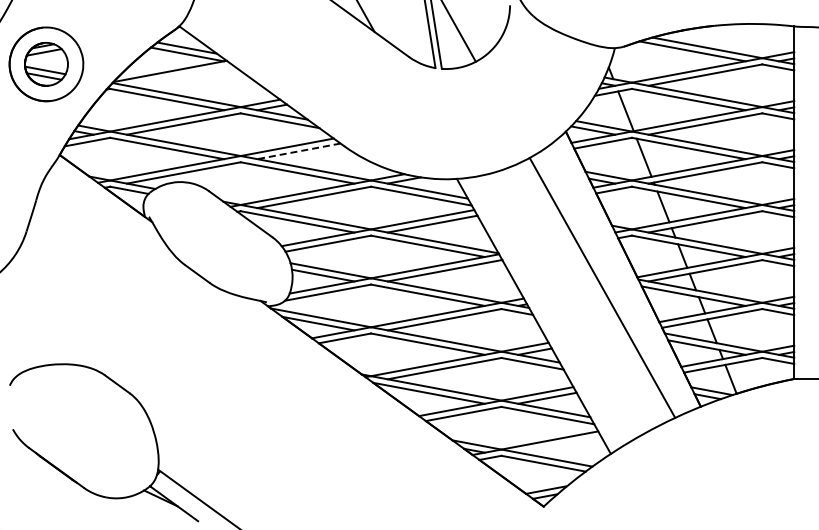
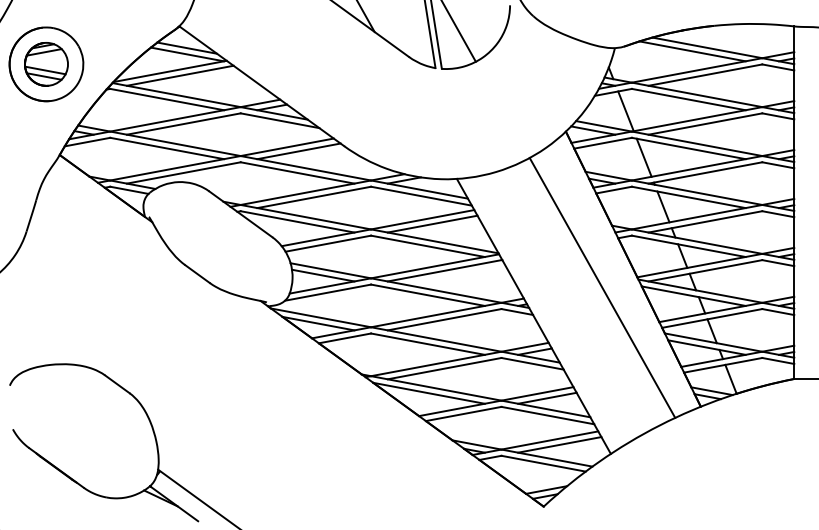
line at (179, 75): none -> present
line at (298, 151): dashed -> solid
line at (559, 444): none -> present
